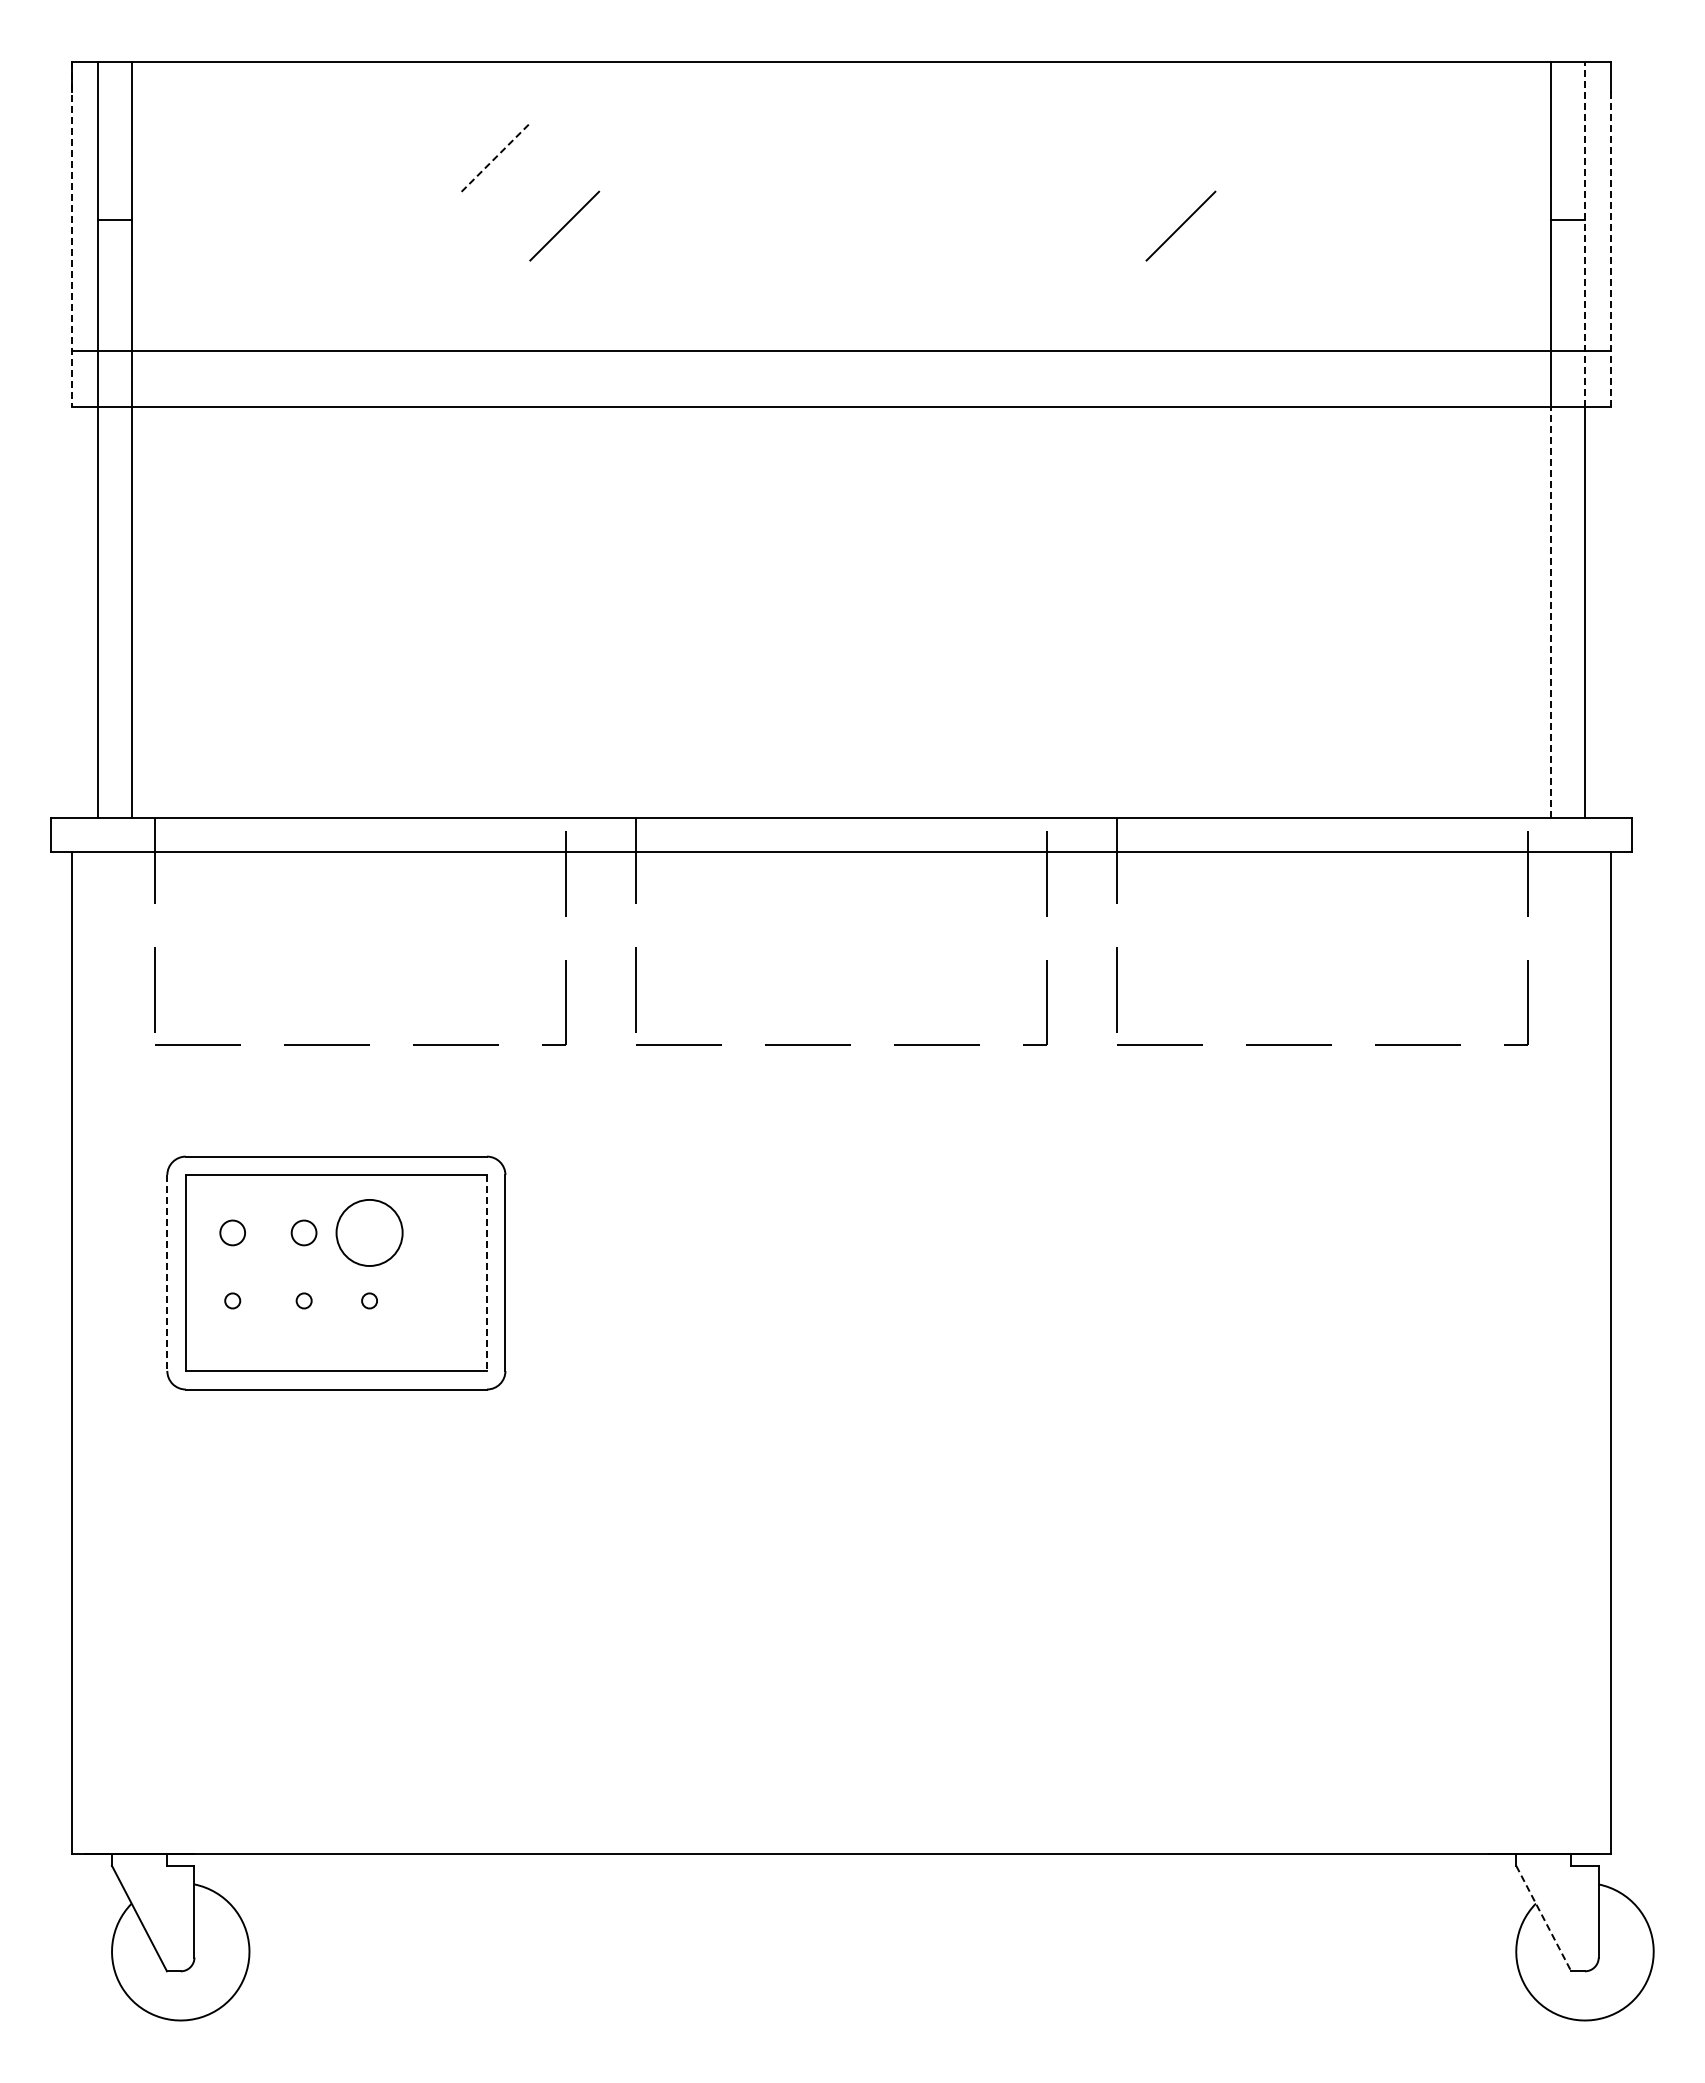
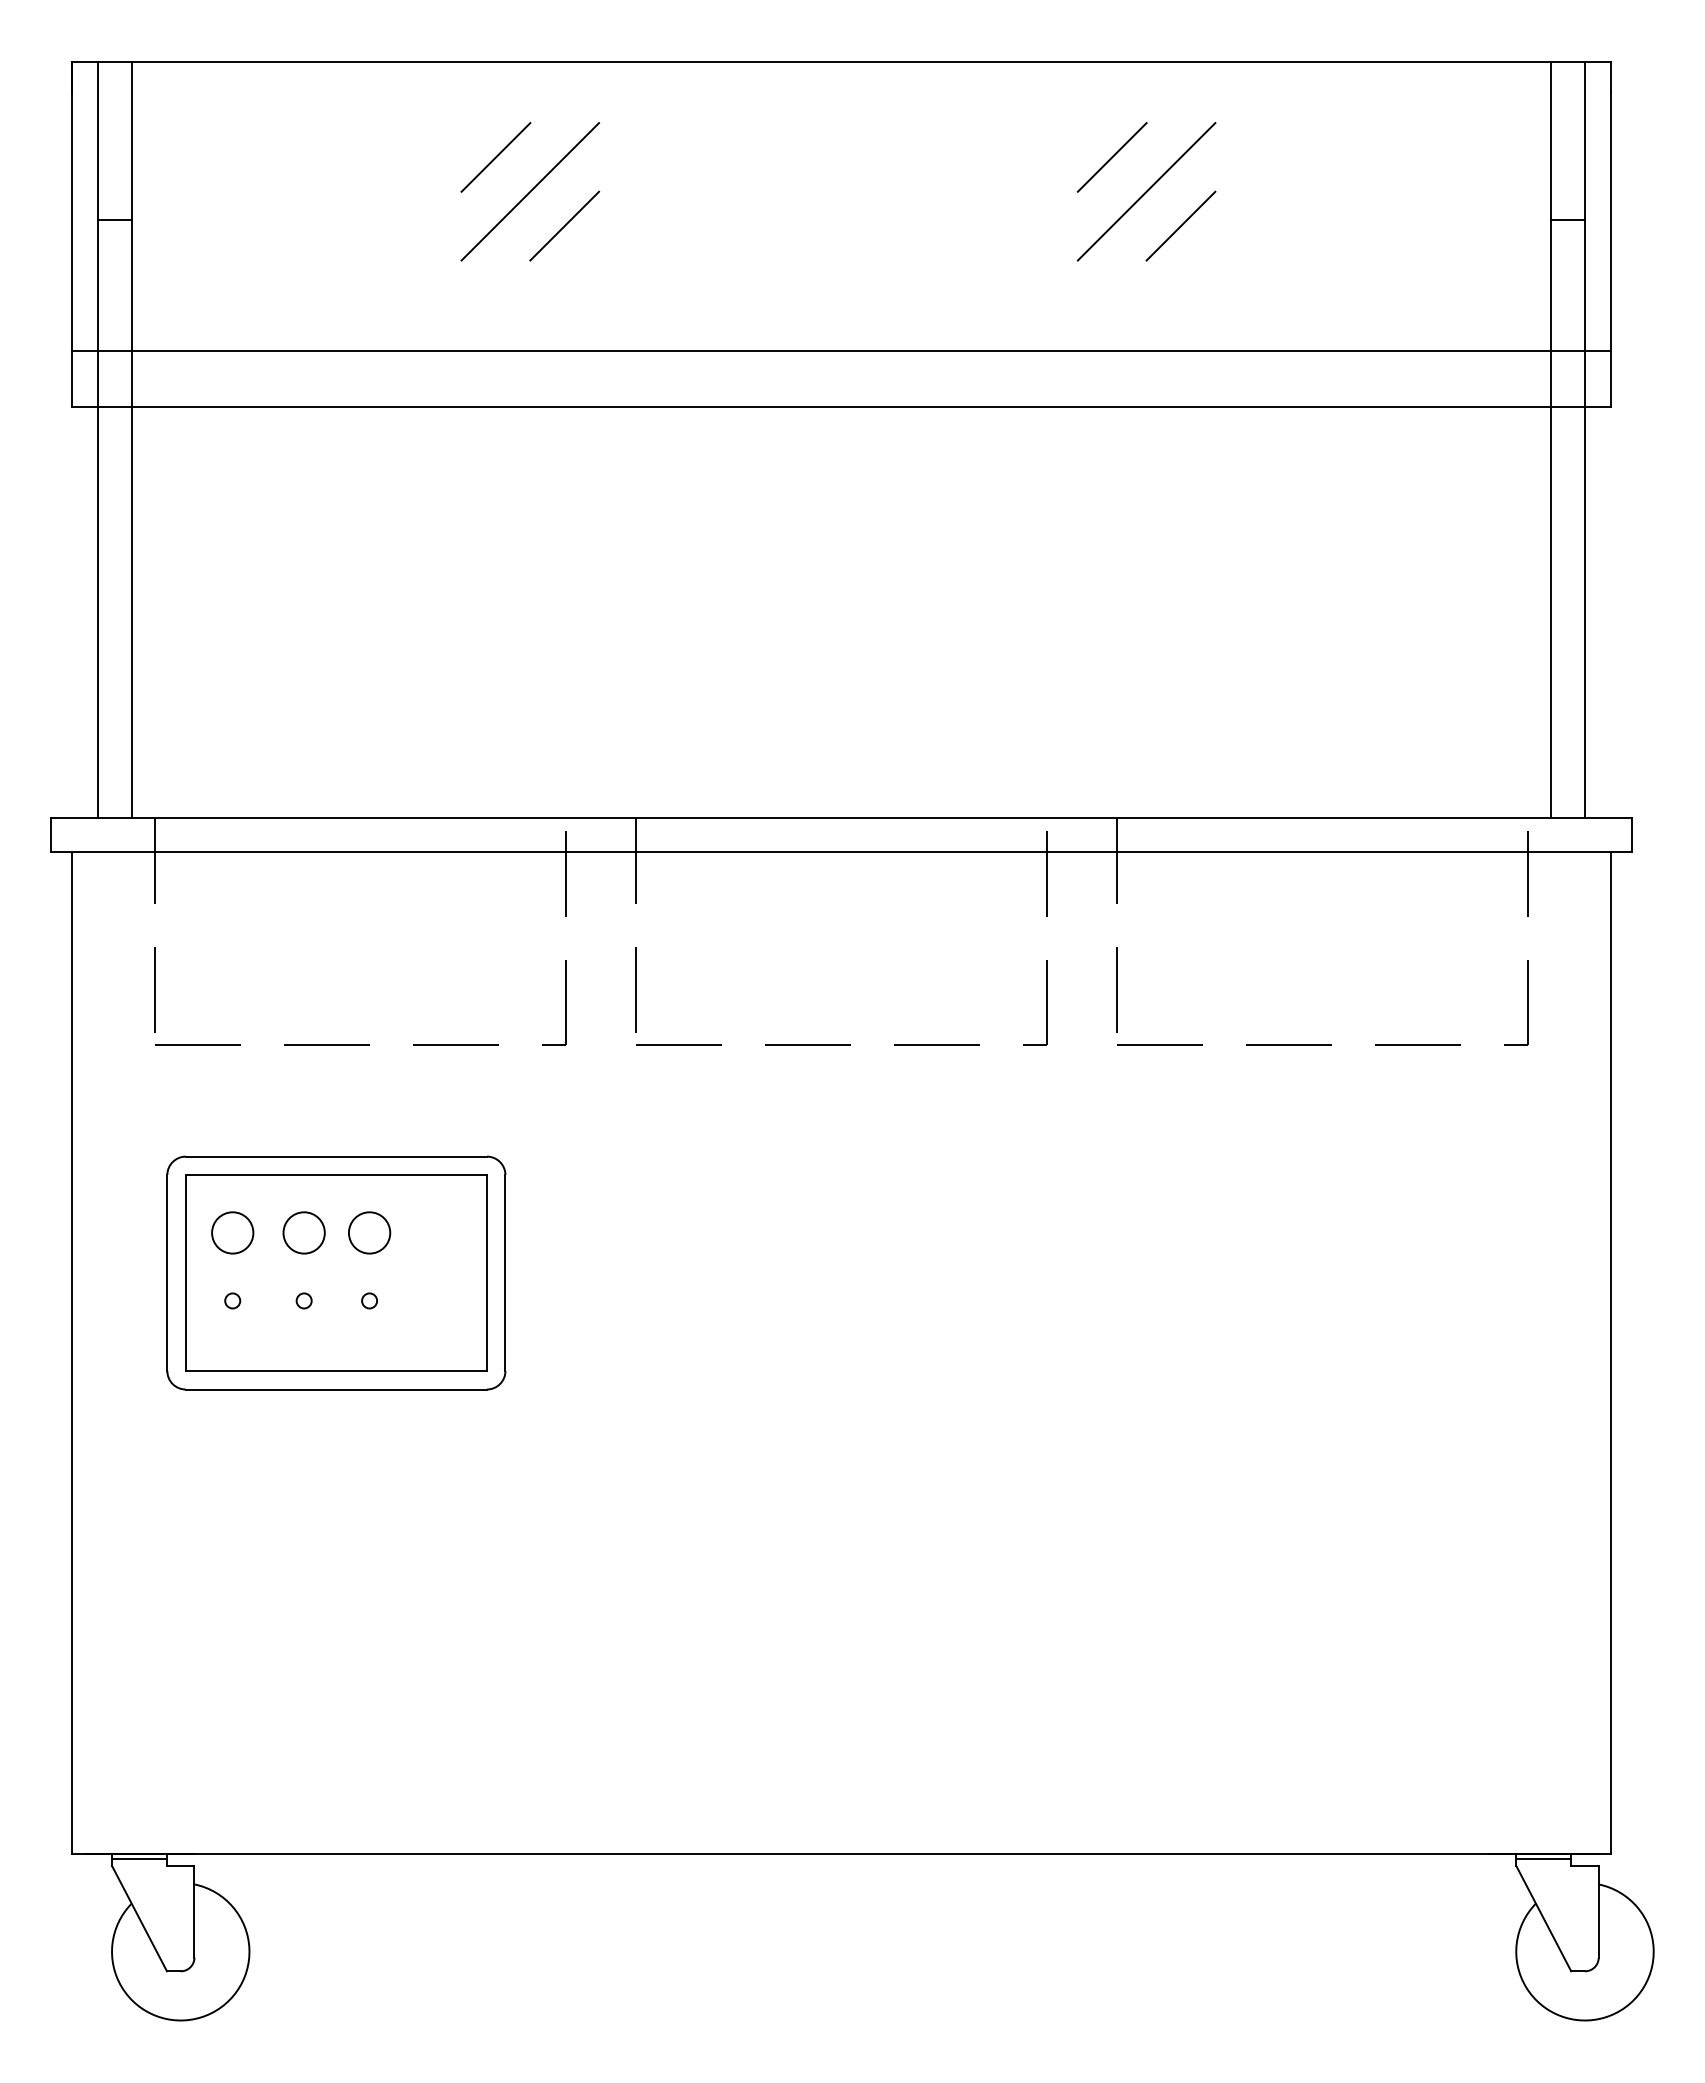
line at (495, 157): dashed -> solid
line at (1111, 157): none -> present
line at (530, 191): none -> present
line at (1146, 191): none -> present
line at (1585, 234): dashed -> solid
line at (72, 235): dashed -> solid
line at (1611, 249): dashed -> solid
line at (1550, 611): dashed -> solid
circle at (232, 1232) diameter: 25 px -> 41 px
circle at (303, 1232) size: 28x28 px -> 44x44 px
circle at (369, 1232) diameter: 66 px -> 41 px
line at (167, 1273): dashed -> solid
line at (487, 1273): dashed -> solid
line at (139, 1859): none -> present
line at (1543, 1859): none -> present
line at (1543, 1919): dashed -> solid
